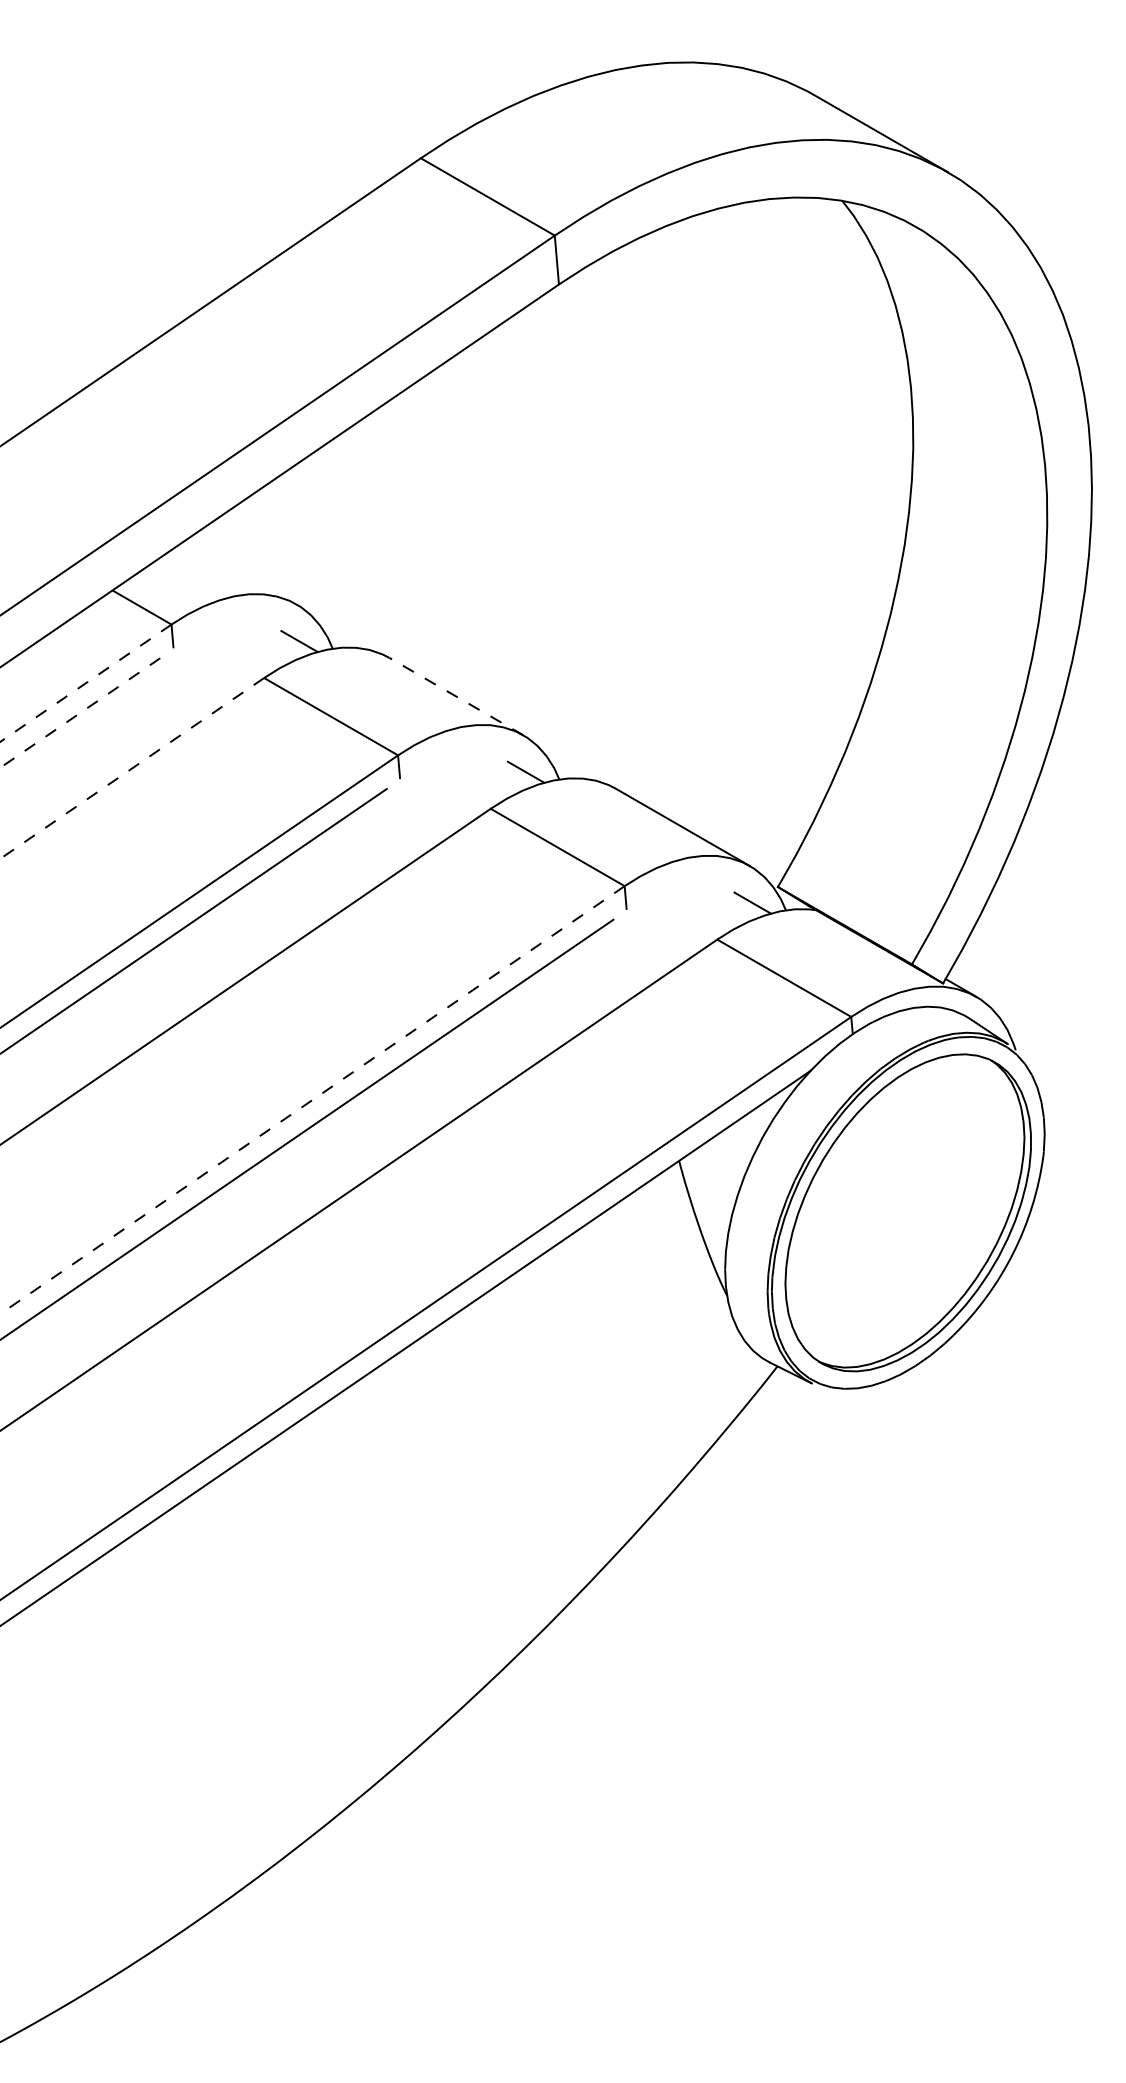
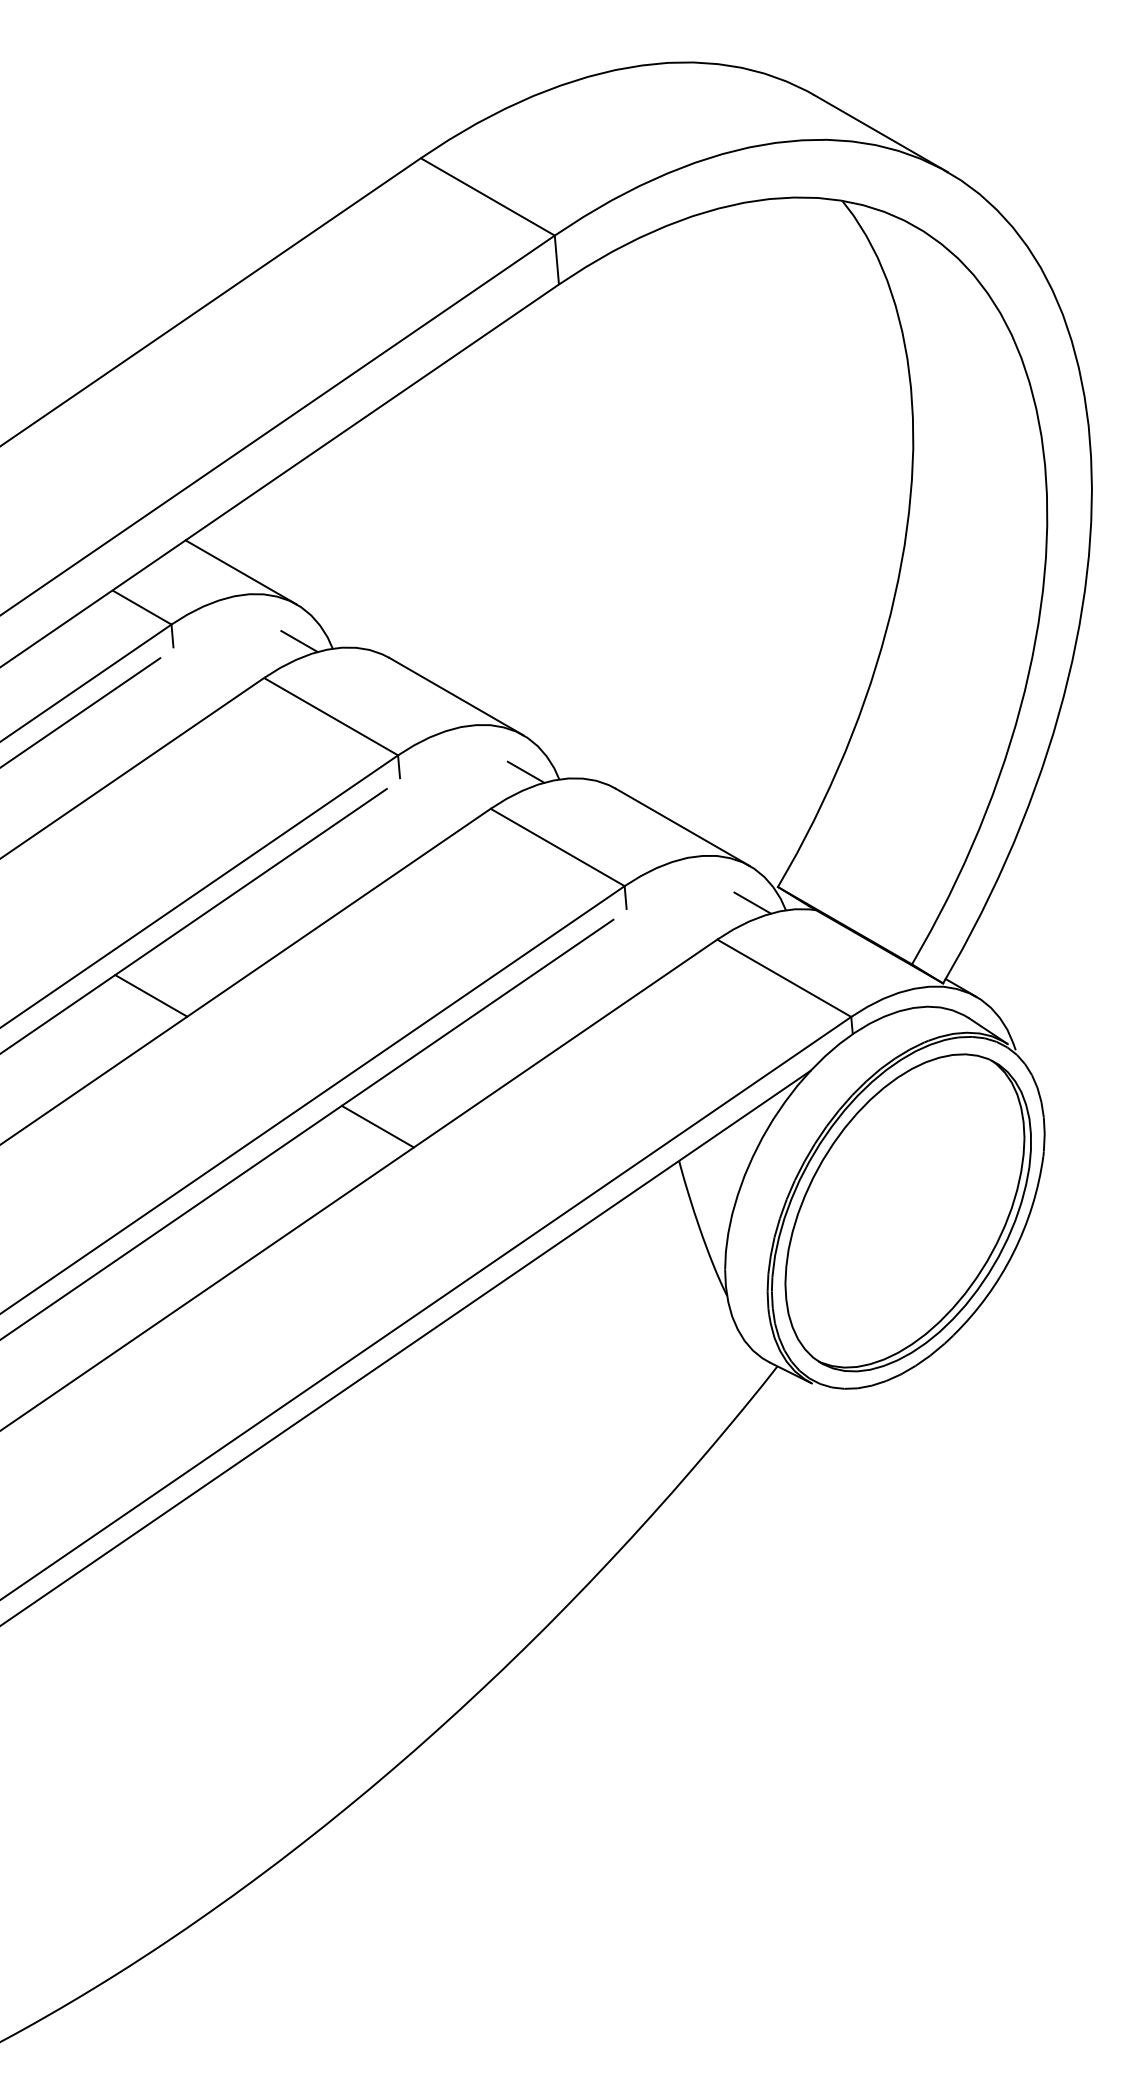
line at (240, 572): none -> present
line at (85, 683): dashed -> solid
line at (455, 696): dashed -> solid
line at (80, 713): dashed -> solid
line at (132, 768): dashed -> solid
line at (151, 995): none -> present
line at (312, 1100): dashed -> solid
line at (377, 1126): none -> present
